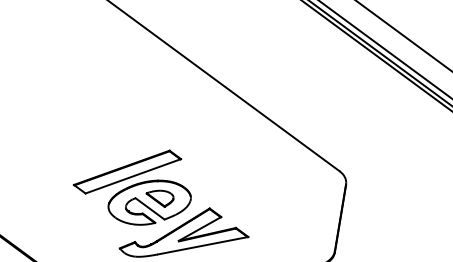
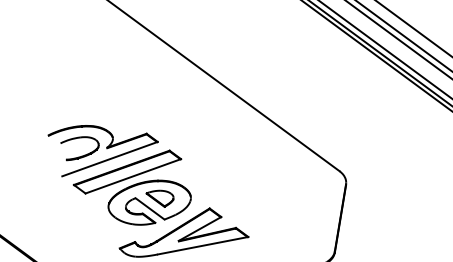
line at (413, 28): none -> present
line at (398, 39): none -> present
part at (102, 151): none -> present
